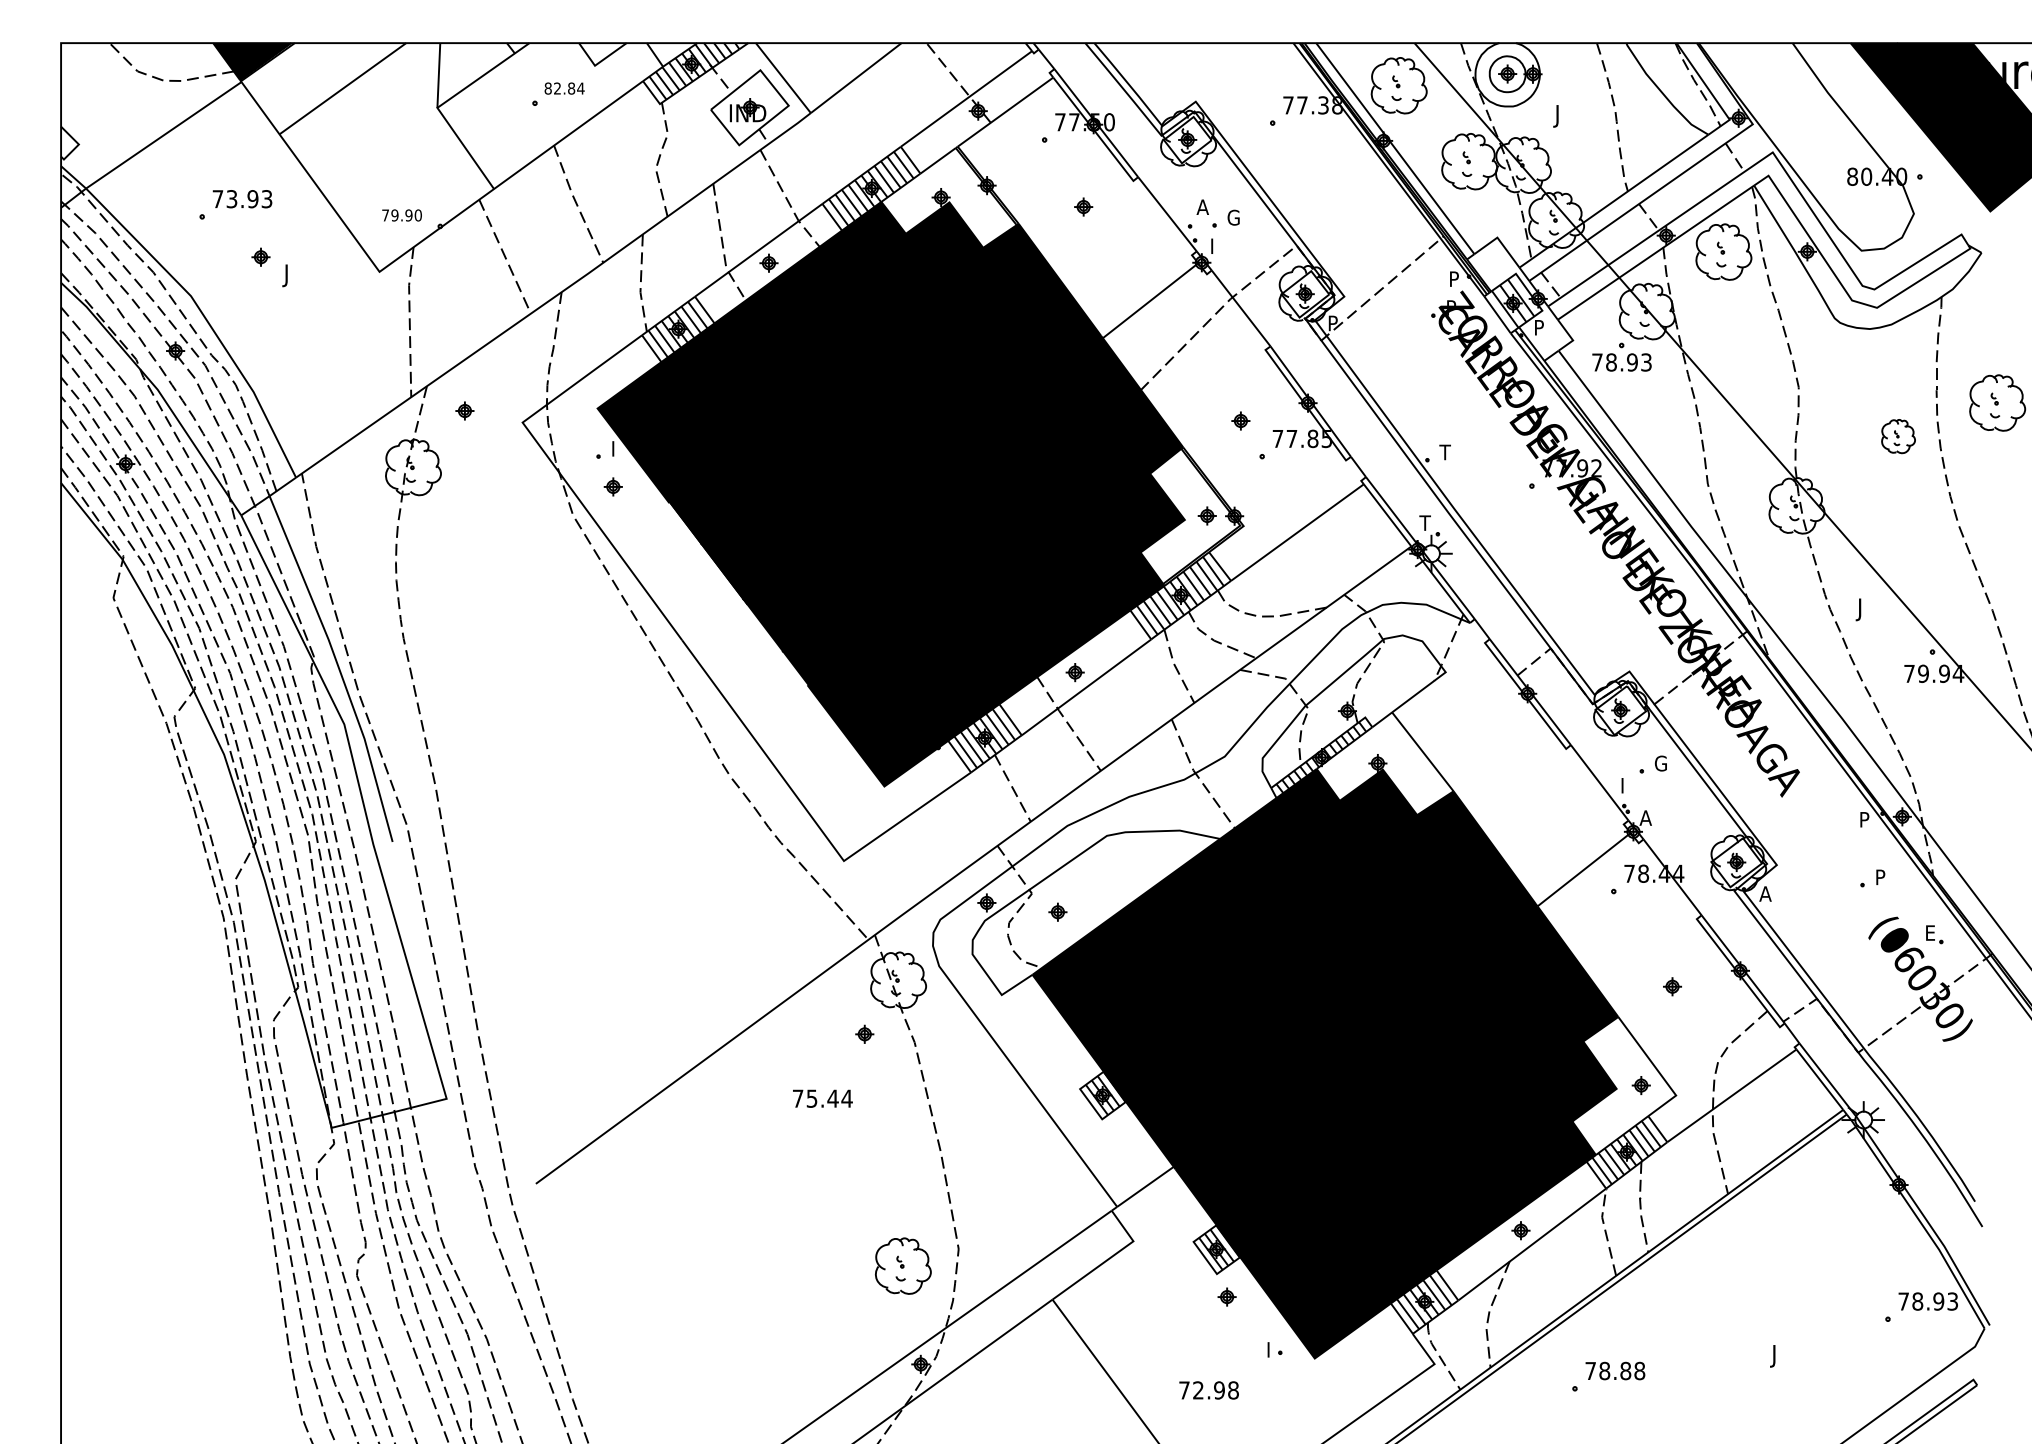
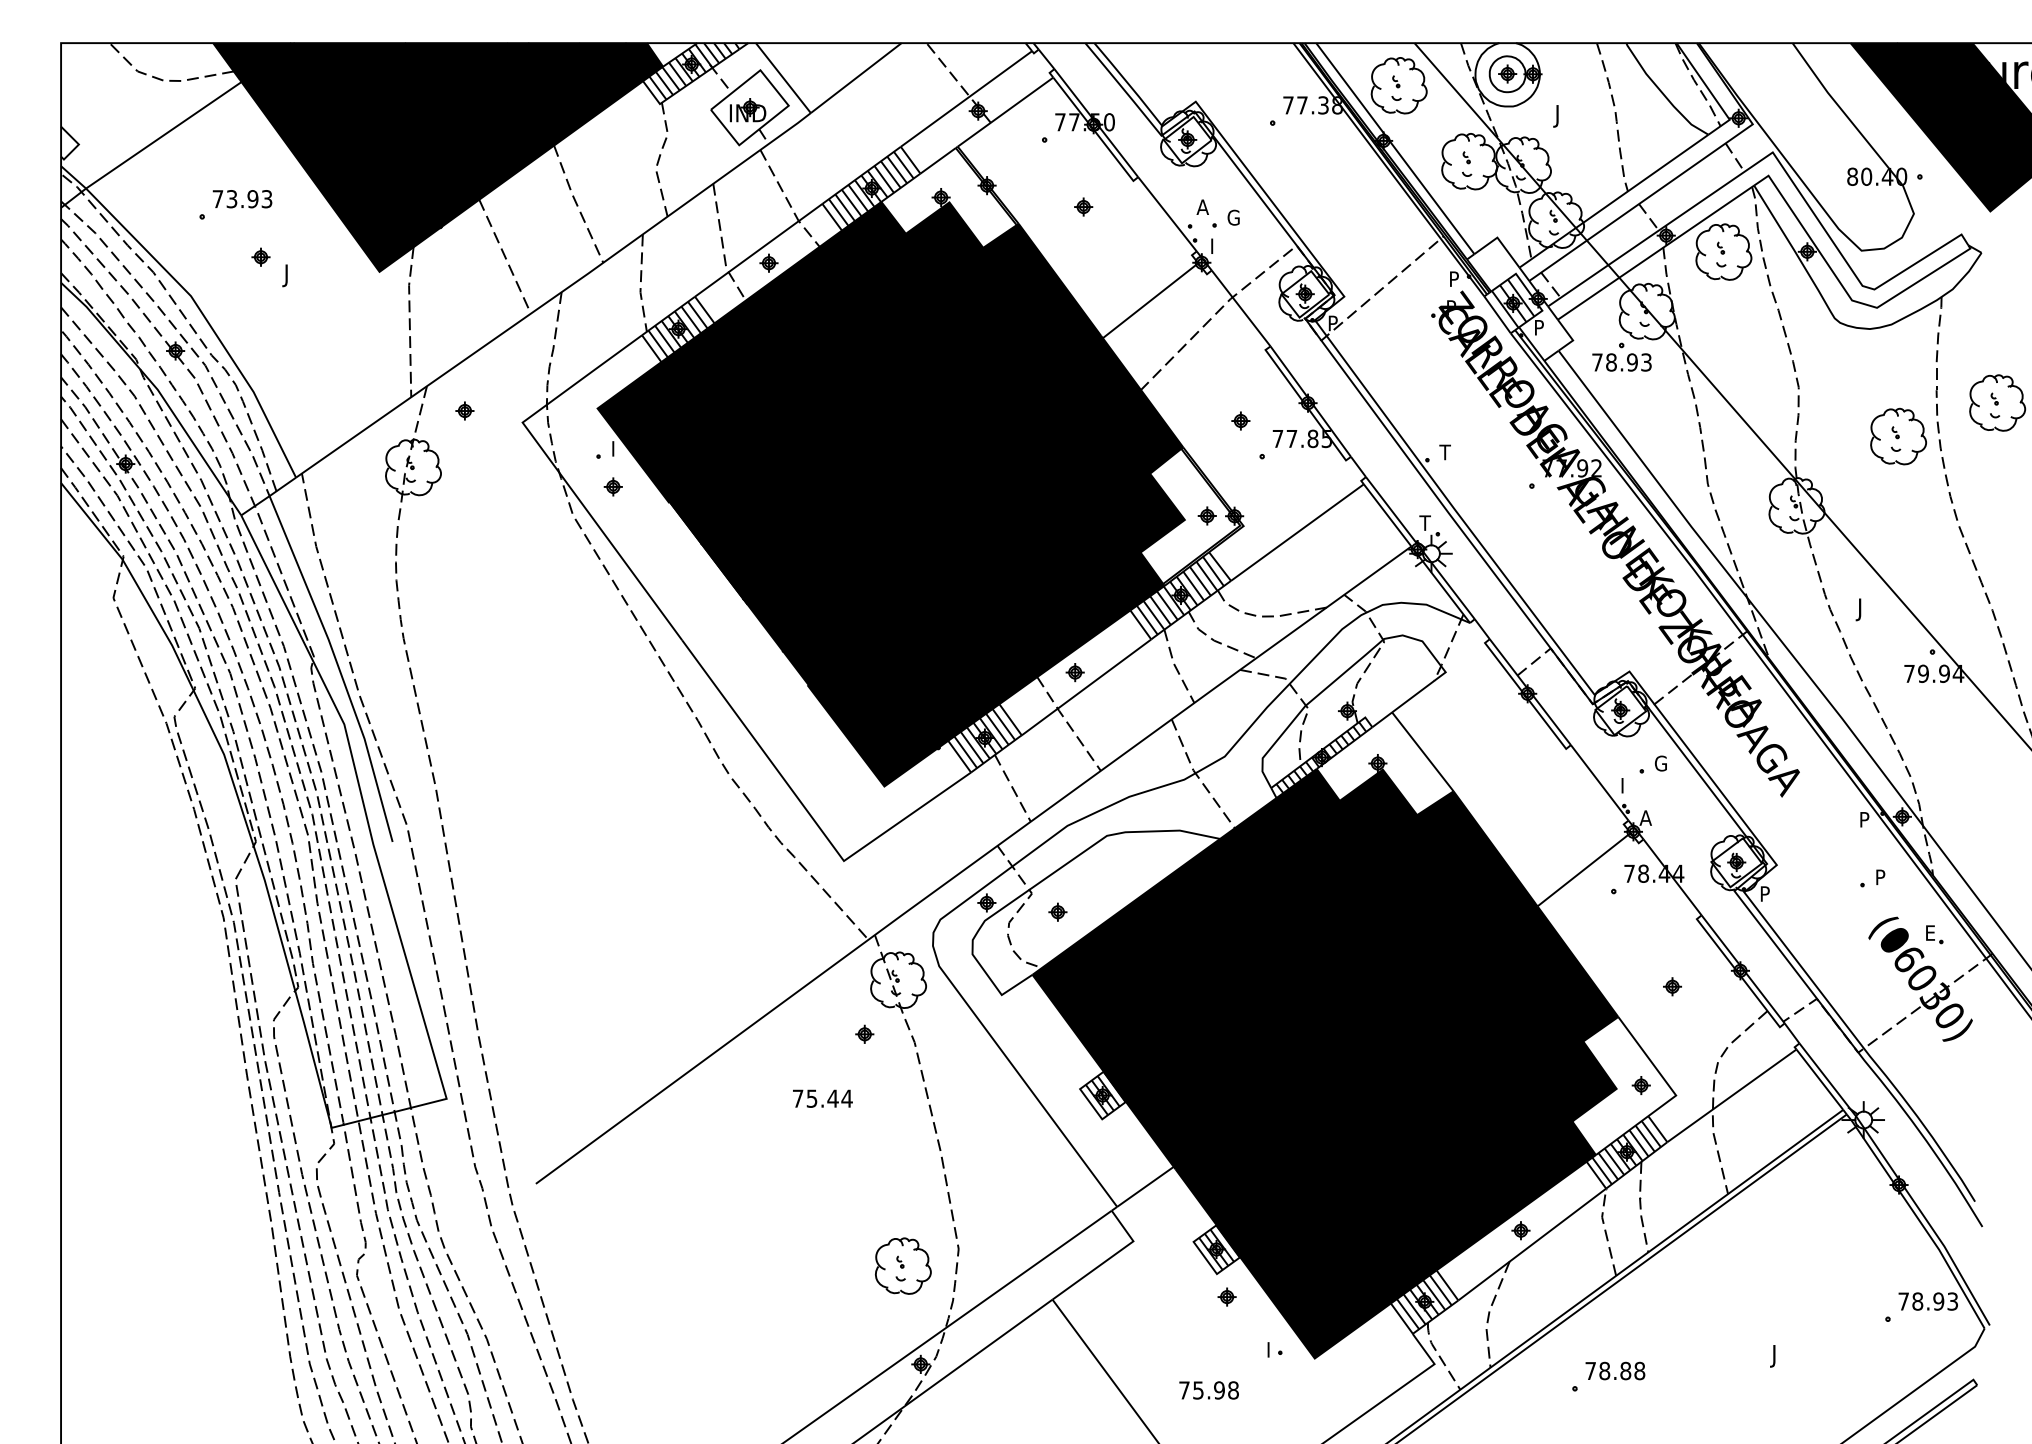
fill at (451, 157): none -> present
part at (1898, 436) size: 35x36 px -> 57x59 px
text at (1765, 893): A -> P
text at (1198, 1390): 72.98 -> 75.98
